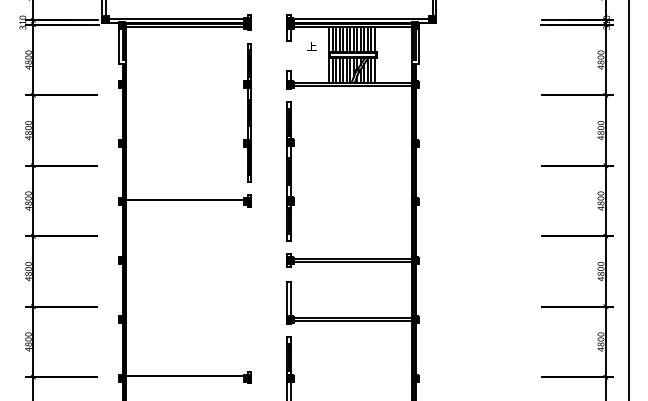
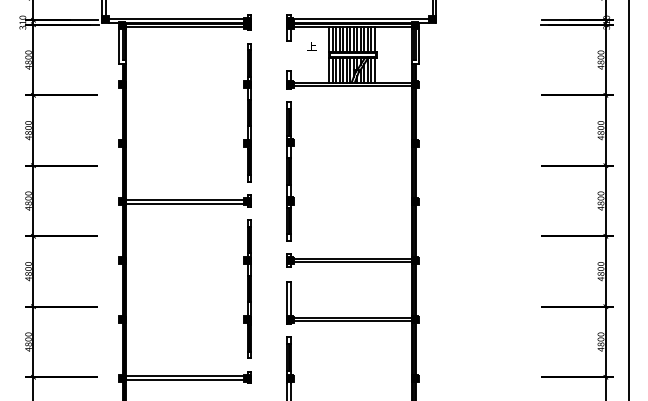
line at (185, 203): none -> present
part at (247, 288): none -> present
line at (185, 379): none -> present
